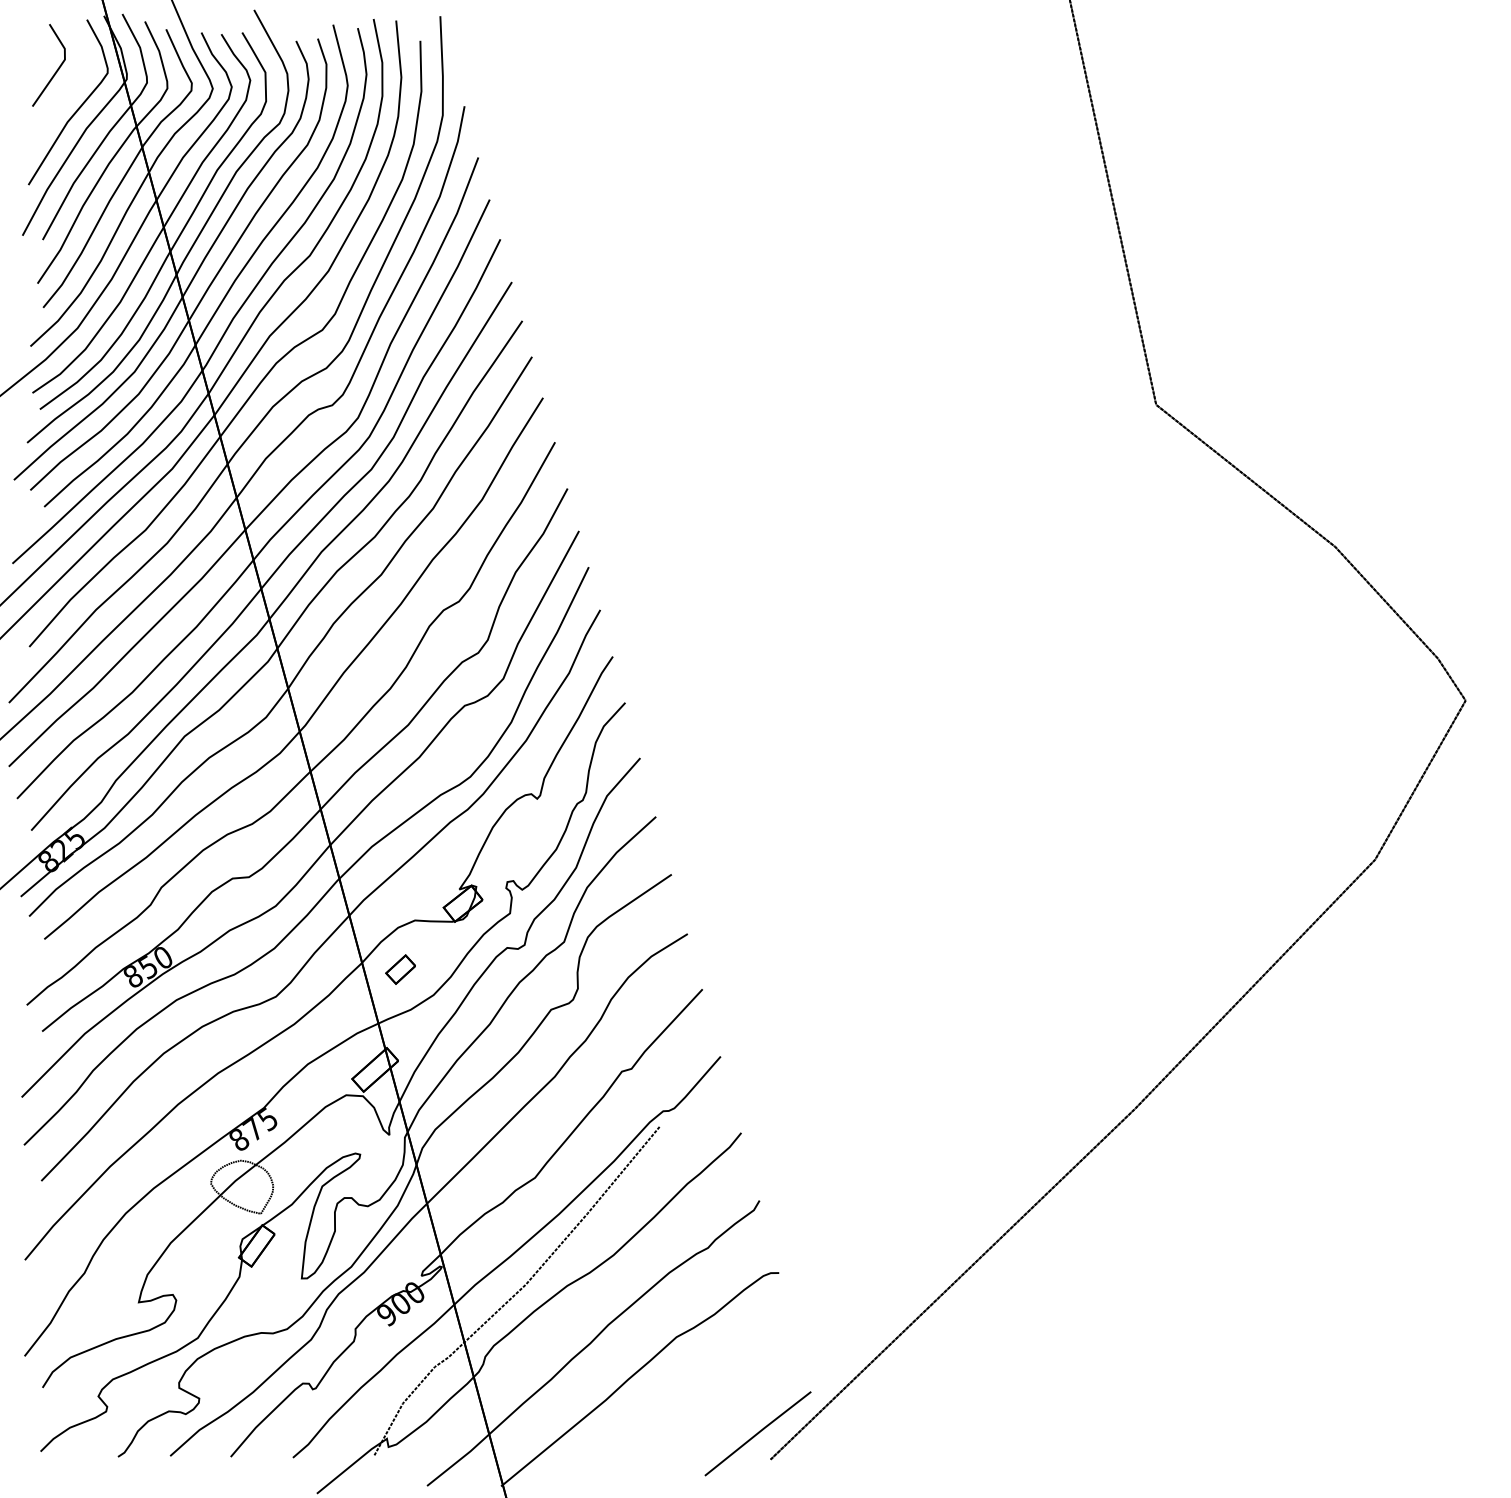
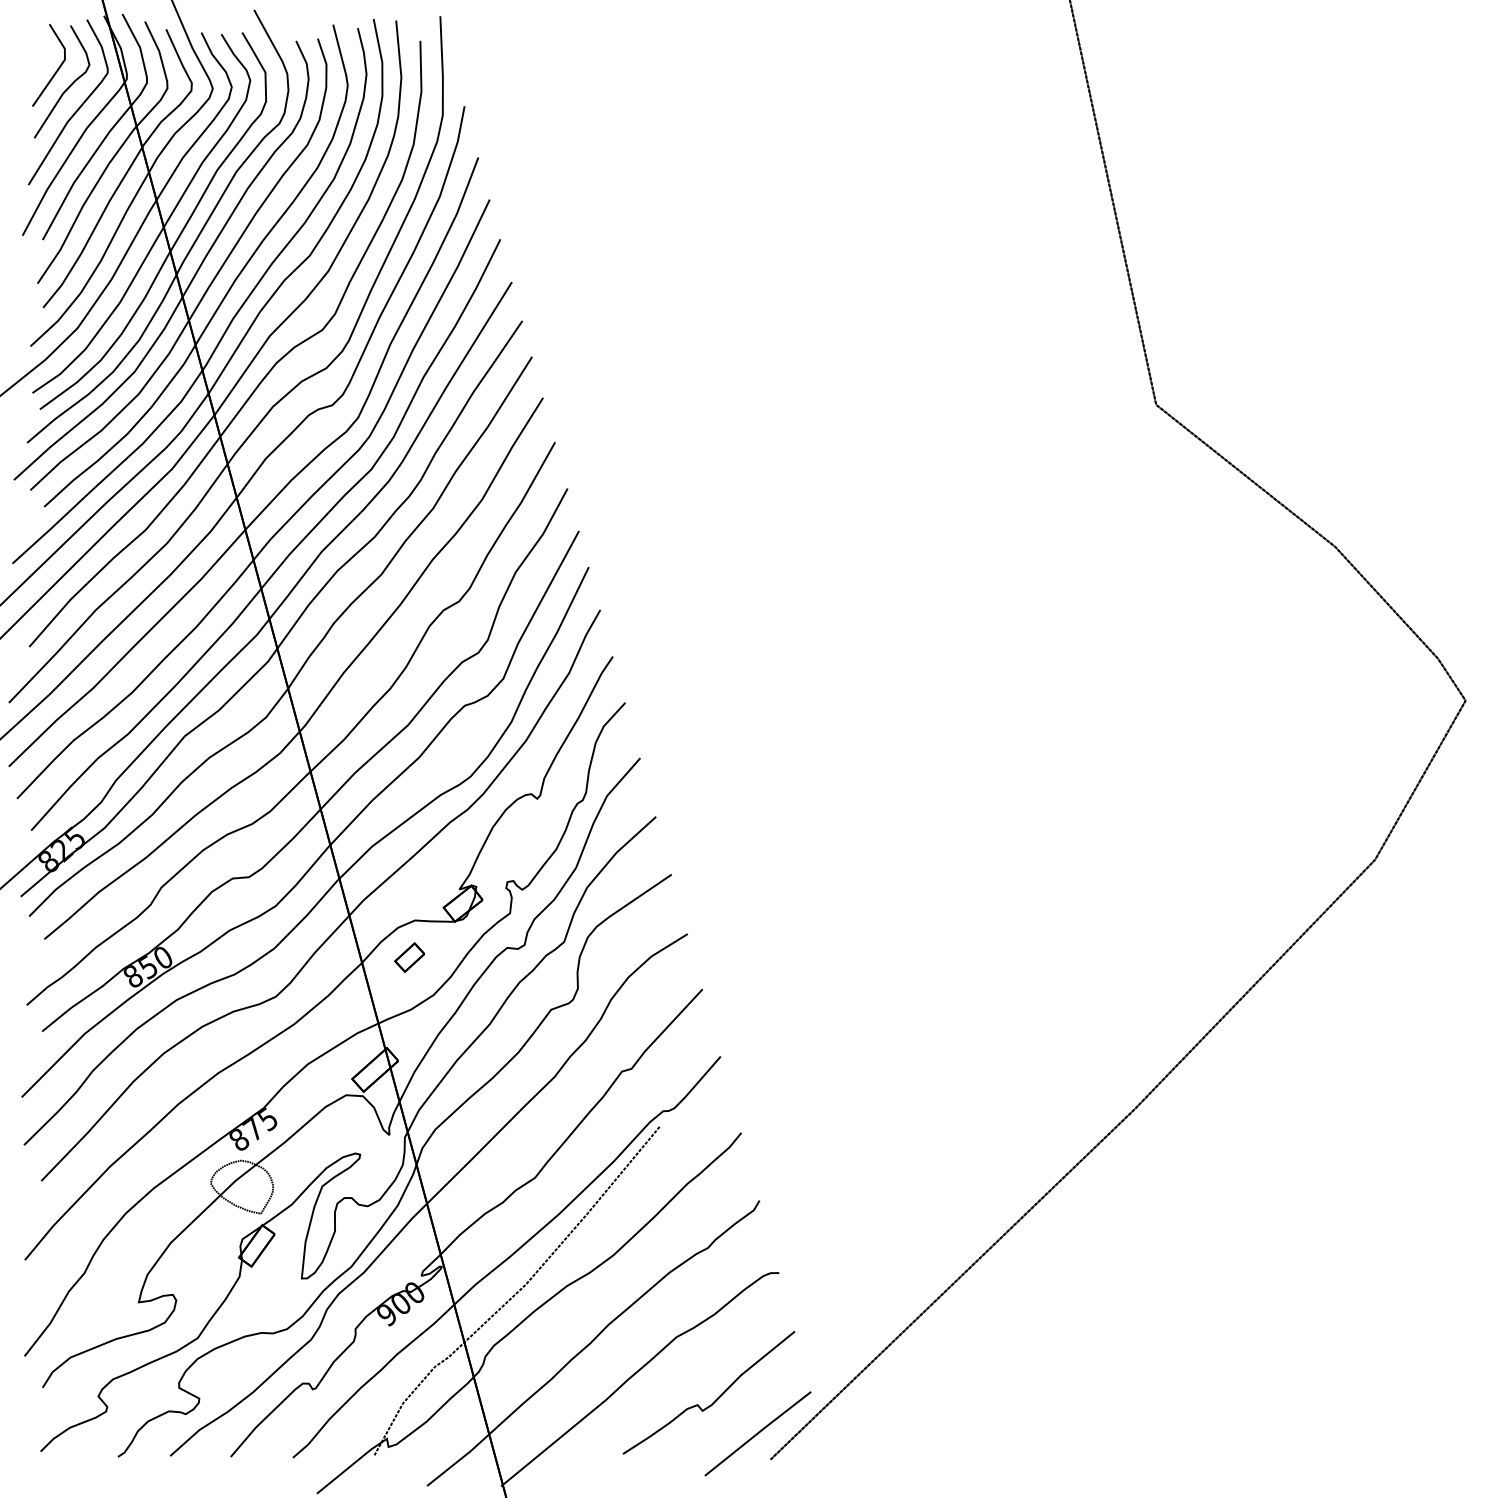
curve at (67, 87): none -> present
part at (400, 969) position: (400, 969) -> (409, 957)
part at (715, 1399): none -> present
